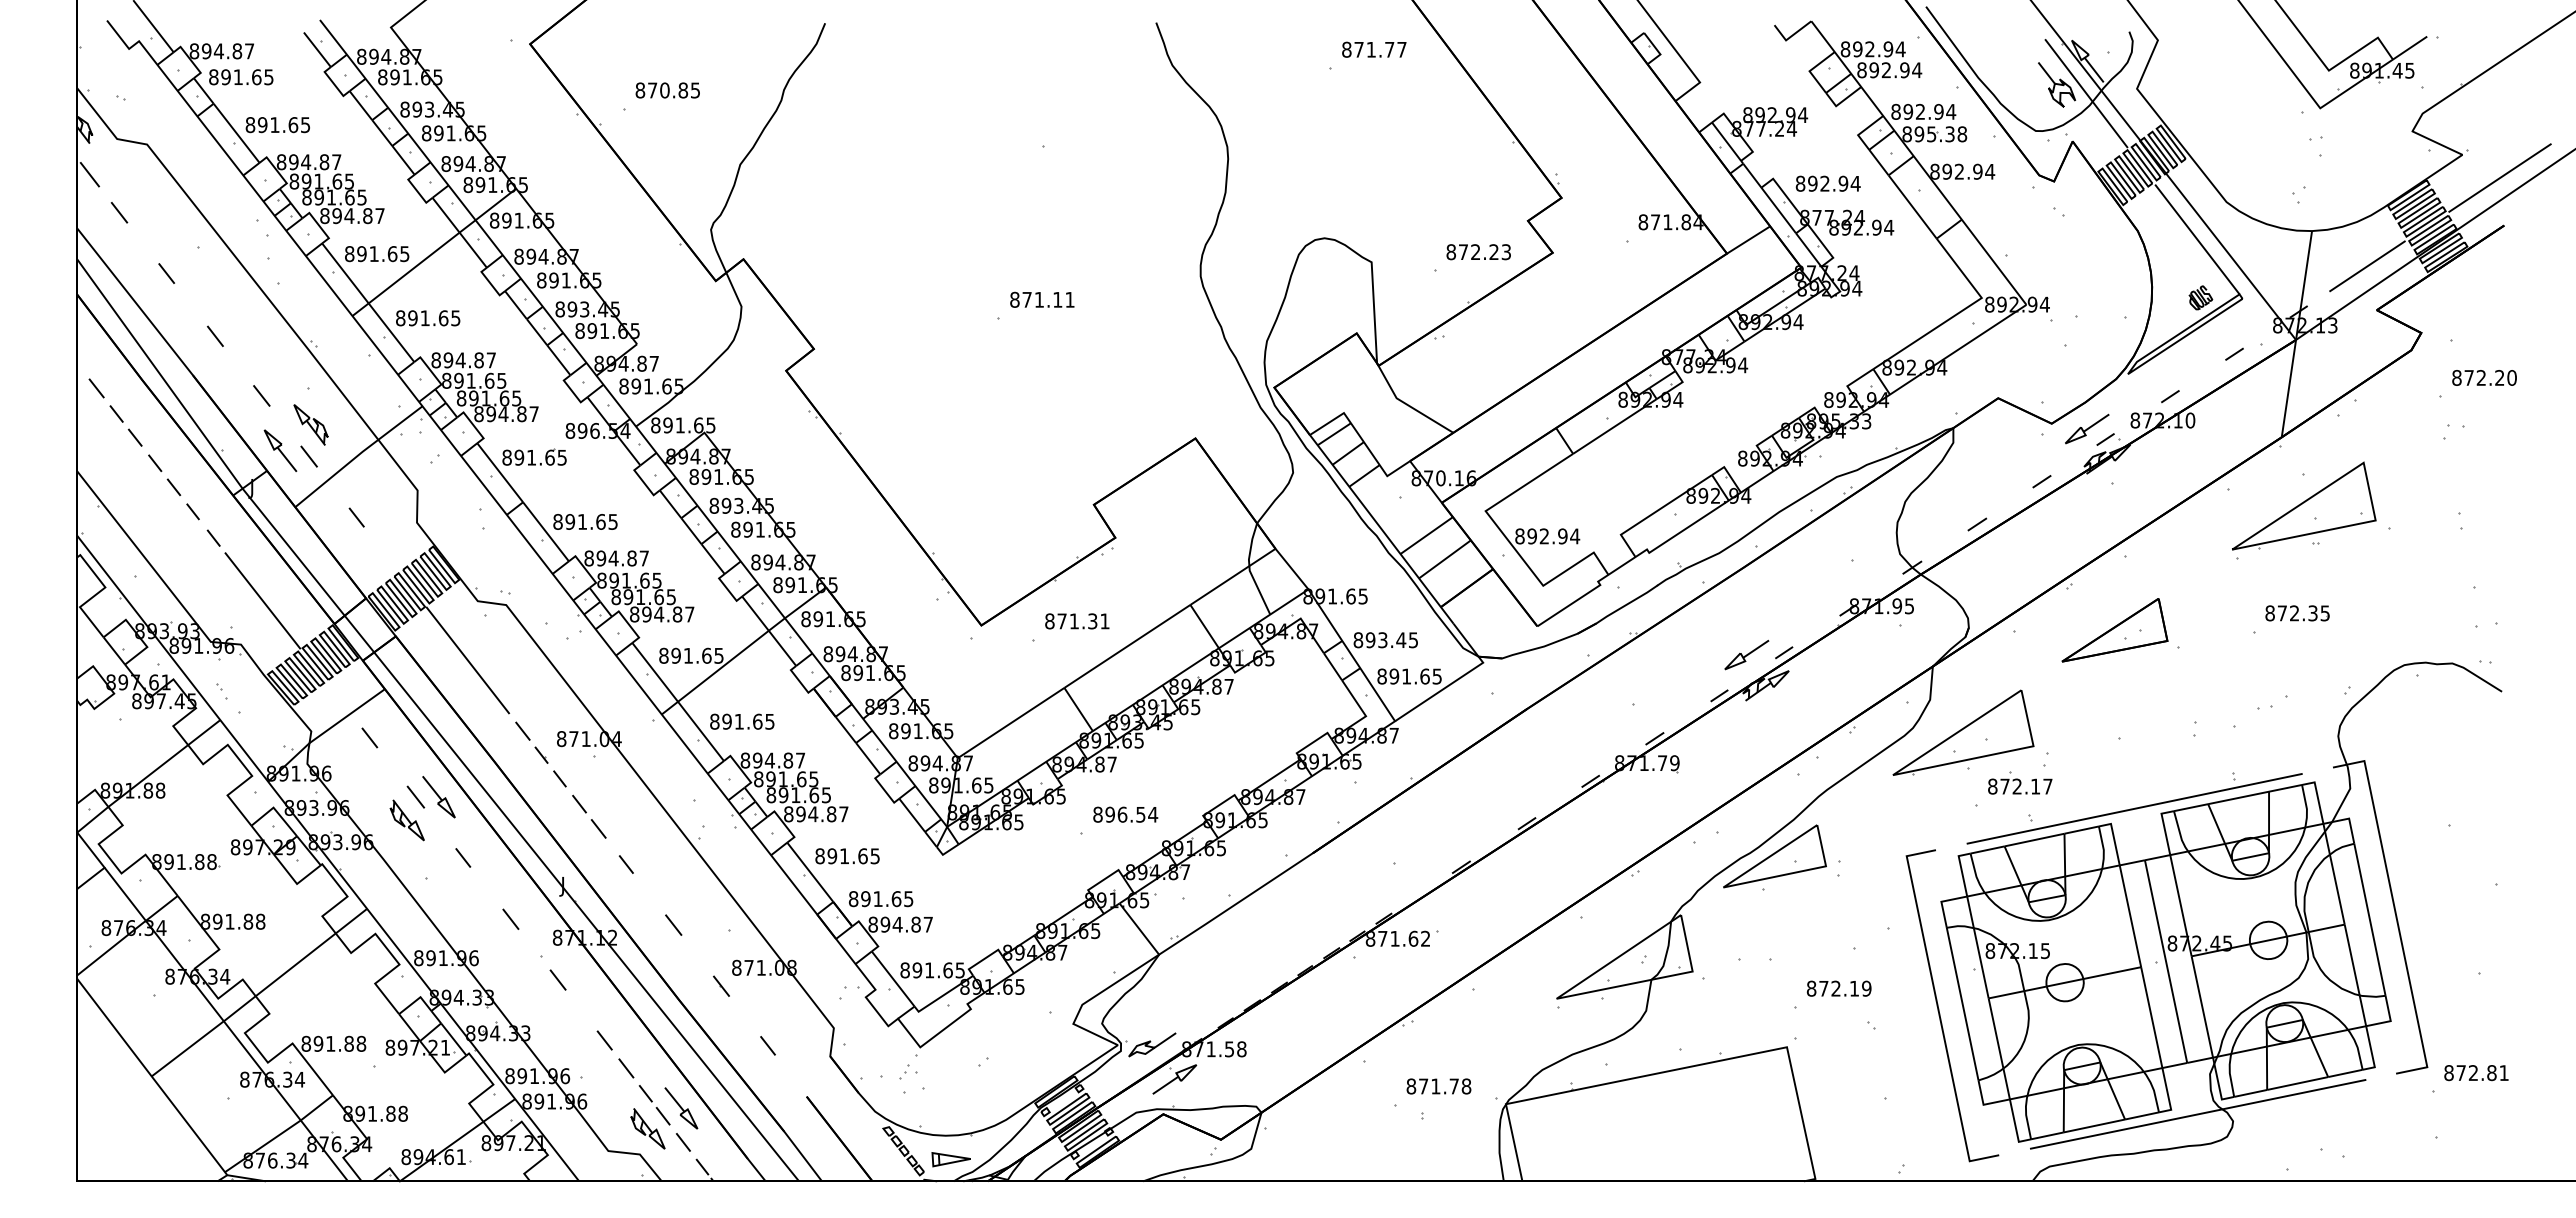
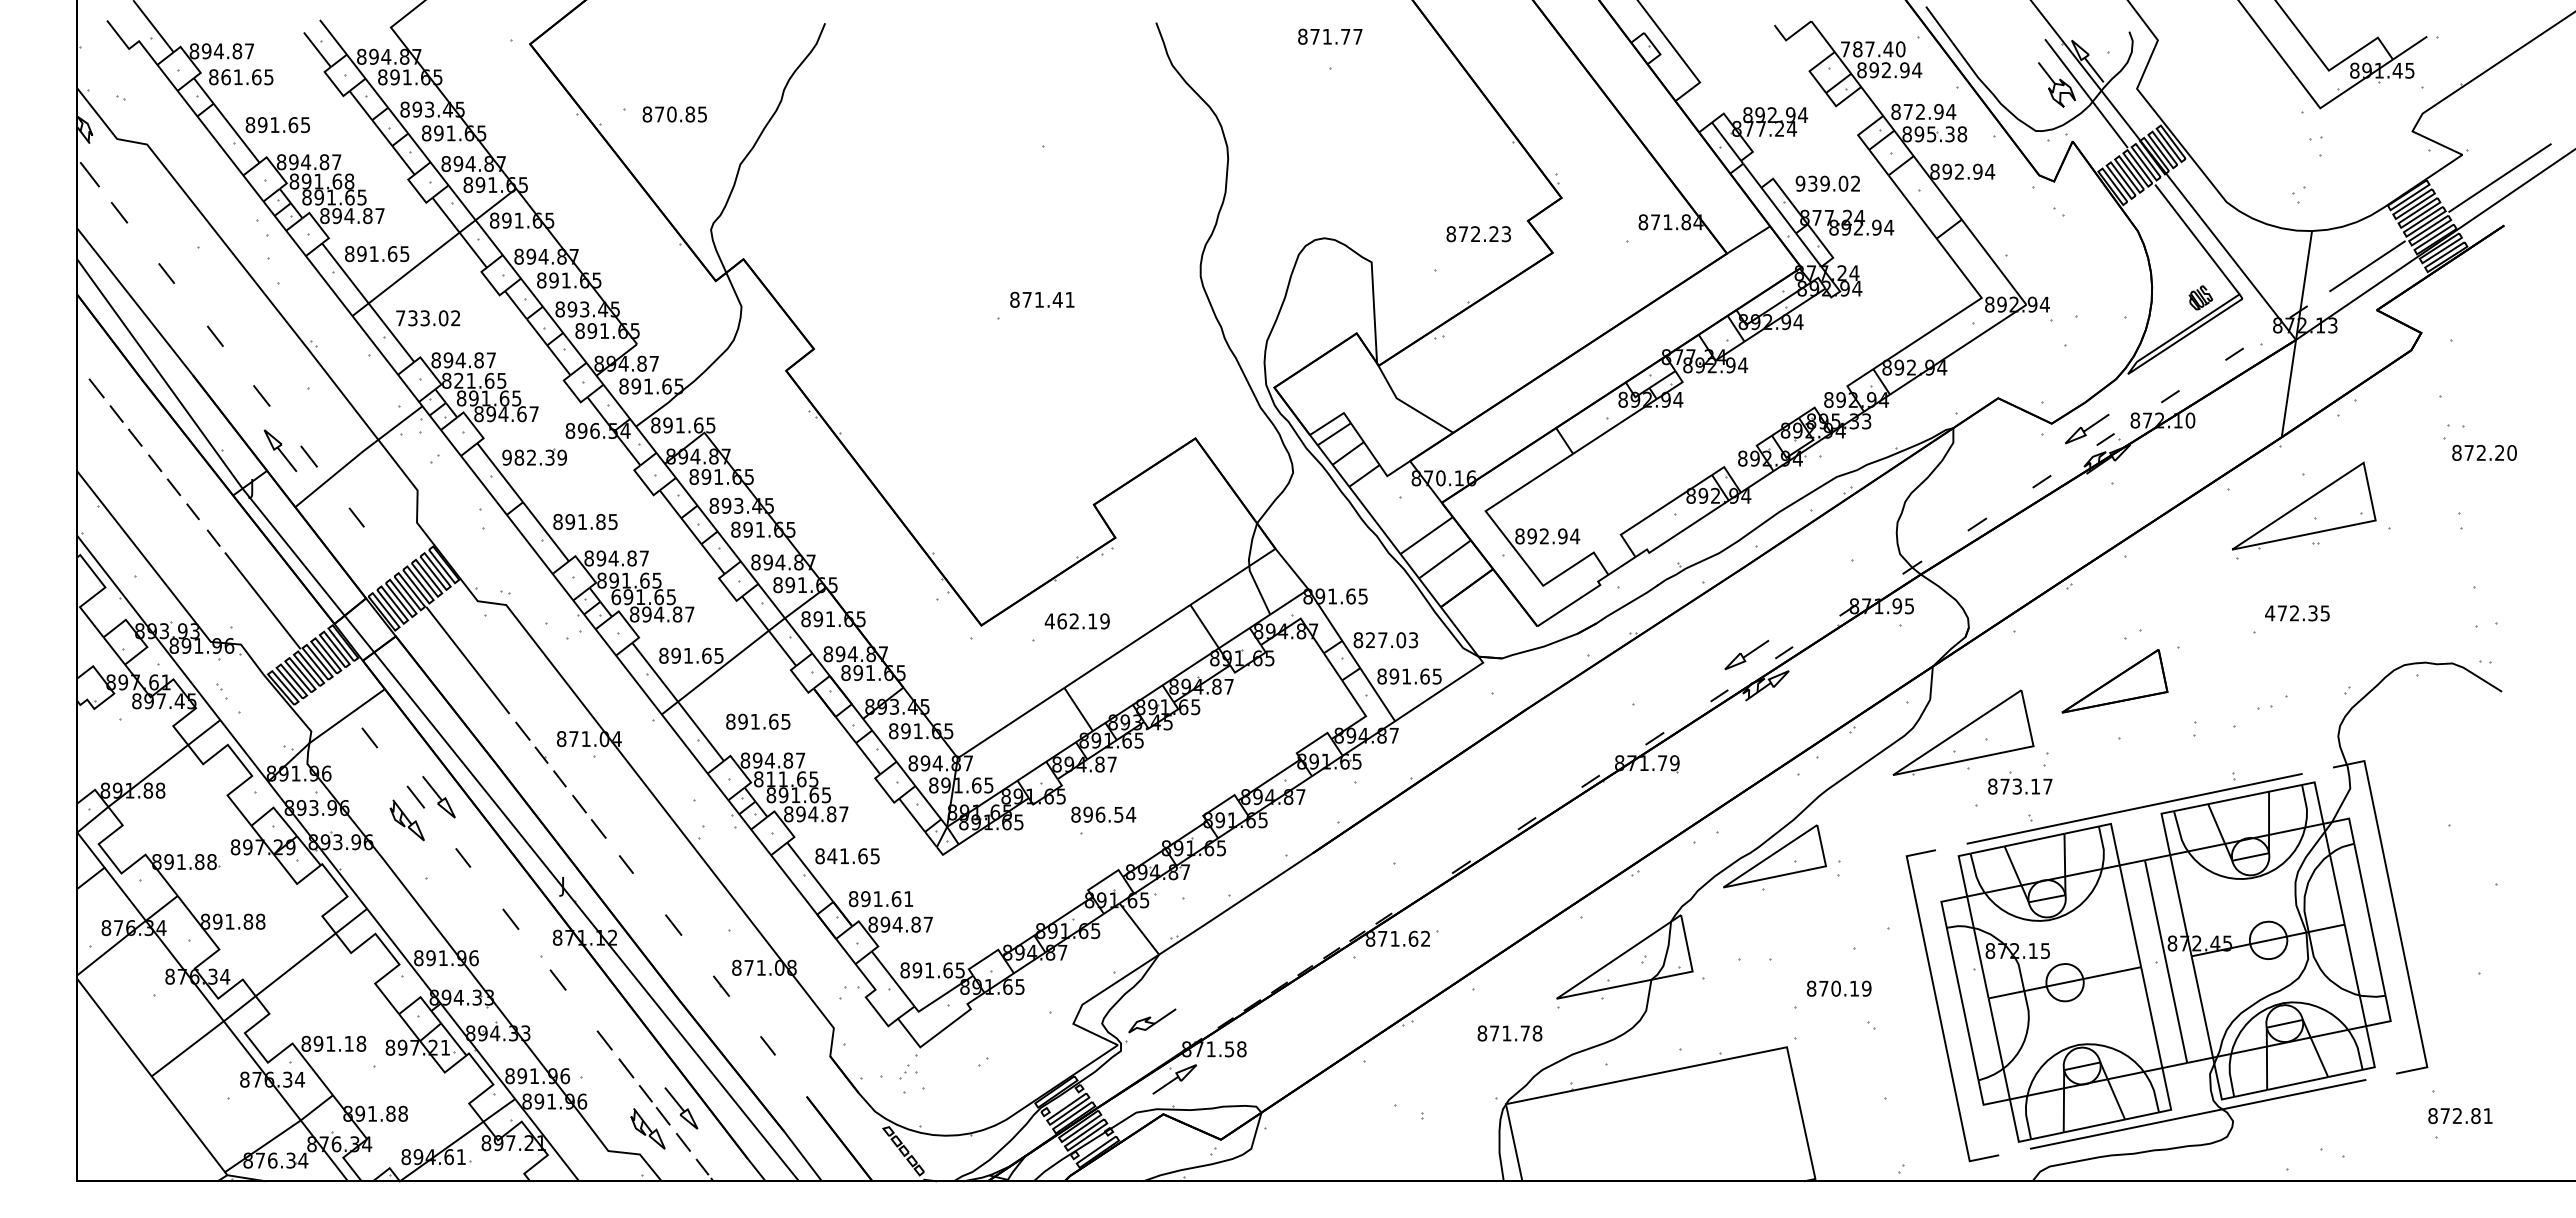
text at (1374, 49) position: (1374, 49) -> (1330, 36)
text at (1872, 49): 892.94 -> 787.40
text at (225, 77): 891.65 -> 861.65
text at (667, 90) position: (667, 90) -> (674, 114)
text at (1908, 111): 892.94 -> 872.94
text at (349, 181): 891.65 -> 891.68
text at (1827, 183): 892.94 -> 939.02
text at (1478, 252) position: (1478, 252) -> (1478, 234)
text at (1057, 299): 871.11 -> 871.41
text at (428, 318): 891.65 -> 733.02
text at (2484, 377) position: (2484, 377) -> (2484, 452)
text at (458, 380): 891.65 -> 821.65
text at (521, 414): 894.87 -> 894.67
part at (310, 424): present -> none
text at (534, 457): 891.65 -> 982.39
text at (600, 521): 891.65 -> 891.85
text at (616, 596): 891.65 -> 691.65
text at (2270, 613): 872.35 -> 472.35
text at (1076, 621): 871.31 -> 462.19
part at (2114, 630) position: (2114, 630) -> (2114, 681)
text at (1391, 640): 893.45 -> 827.03
text at (742, 721) position: (742, 721) -> (758, 721)
text at (770, 779): 891.65 -> 811.65
text at (2016, 786): 872.17 -> 873.17
text at (1125, 814) position: (1125, 814) -> (1103, 814)
text at (832, 856): 891.65 -> 841.65
text at (908, 899): 891.65 -> 891.61
text at (1835, 988): 872.19 -> 870.19
text at (348, 1043): 891.88 -> 891.18
curve at (1152, 1046) position: (1152, 1046) -> (1152, 1022)
text at (2476, 1073) position: (2476, 1073) -> (2460, 1116)
text at (1438, 1086) position: (1438, 1086) -> (1509, 1033)
part at (950, 1159): present -> none
